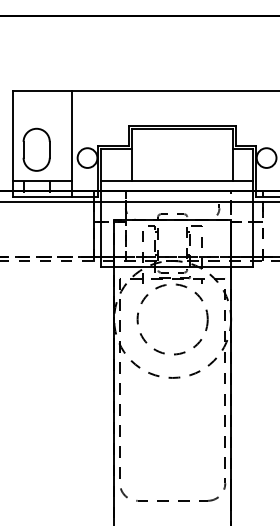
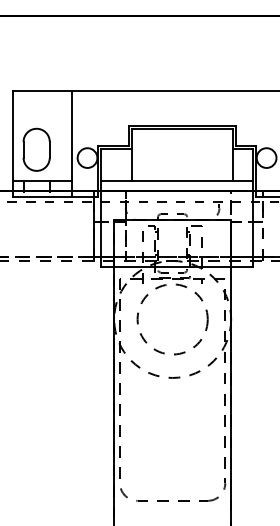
line at (139, 202): solid -> dashed
